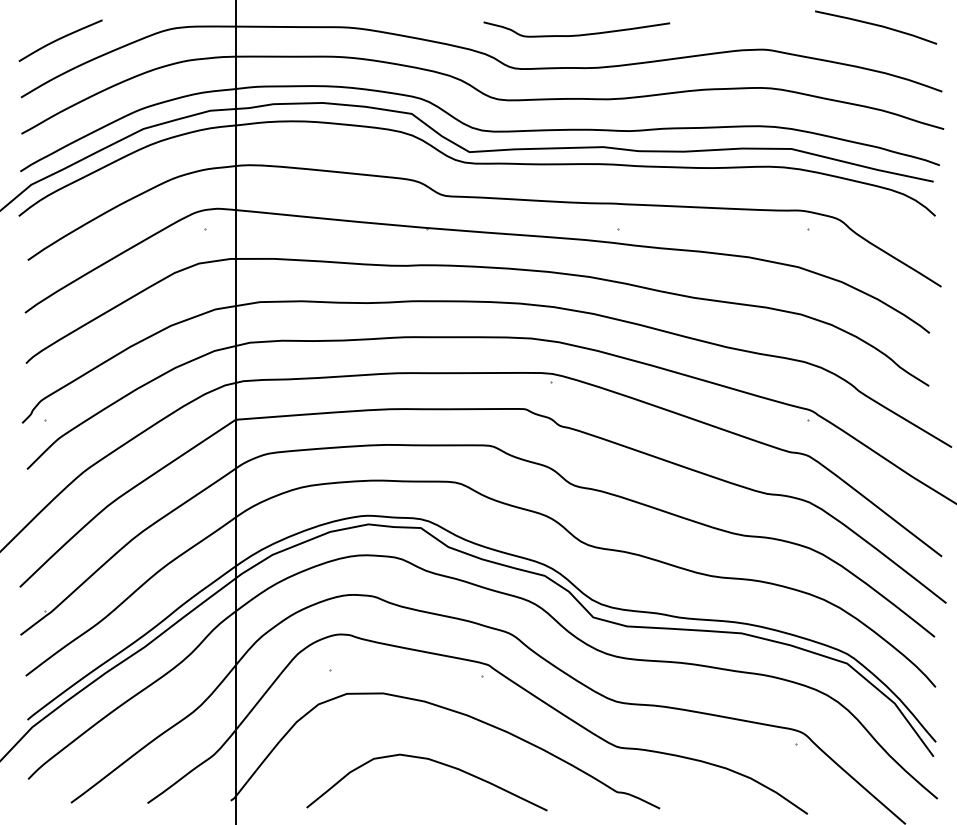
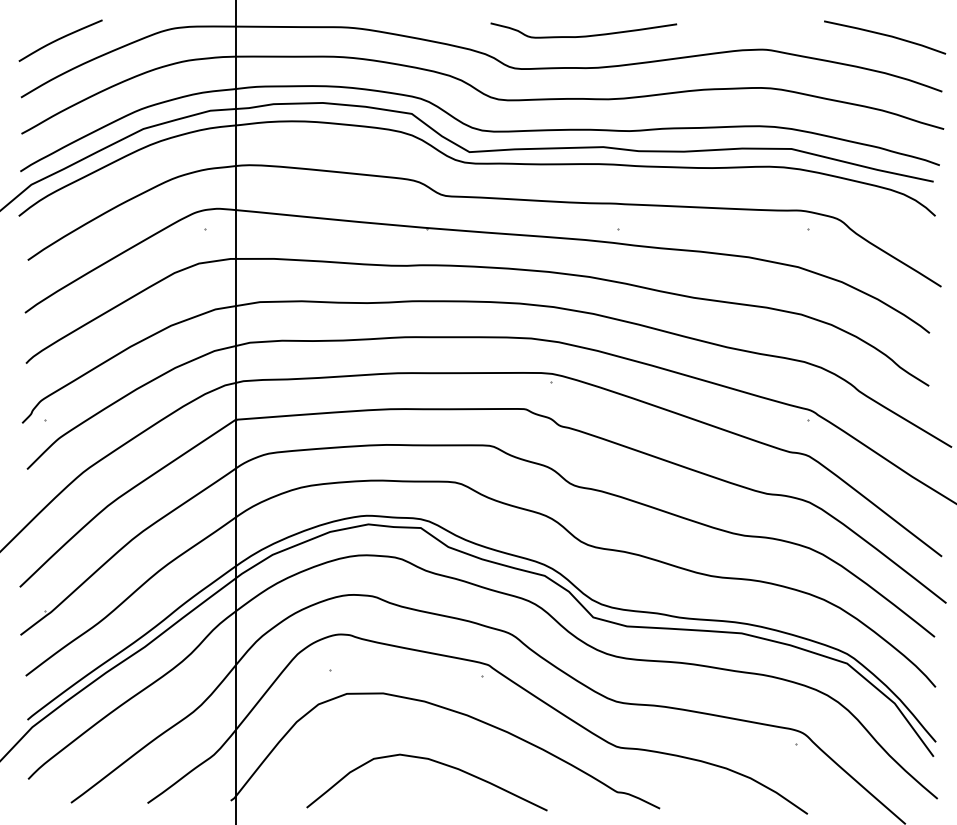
line at (877, 26) position: (877, 26) -> (886, 36)
curve at (576, 34) position: (576, 34) -> (583, 35)
